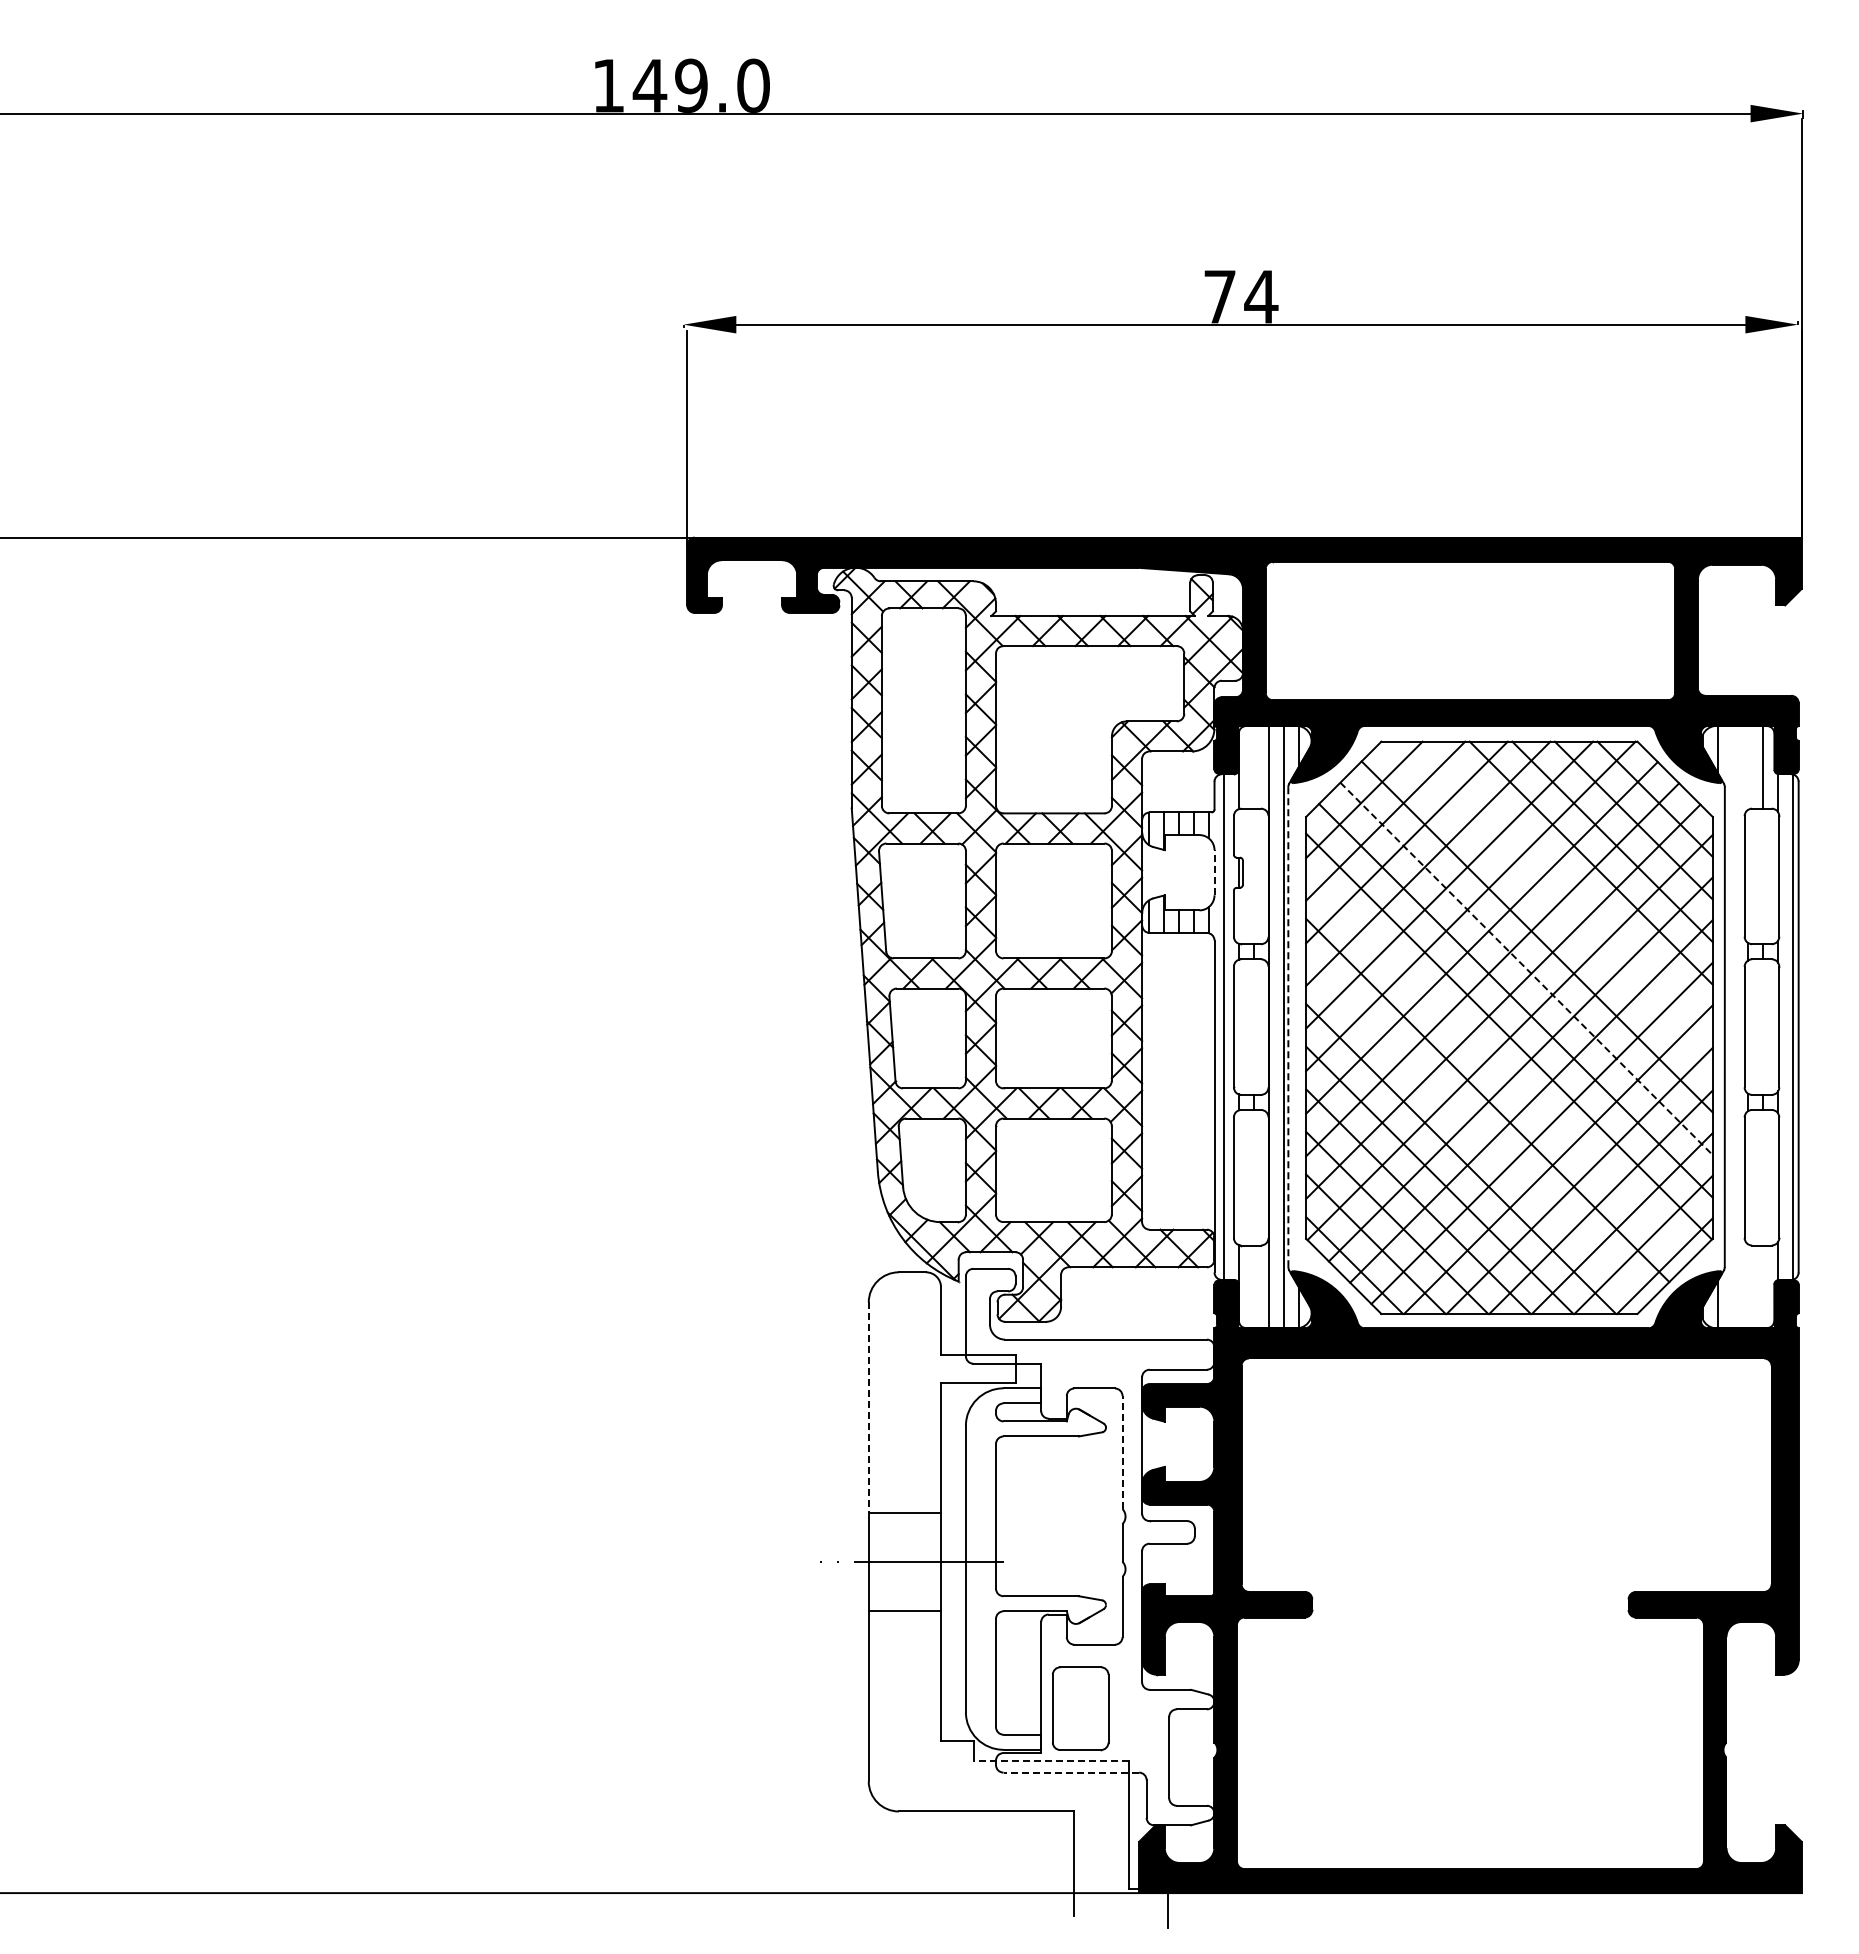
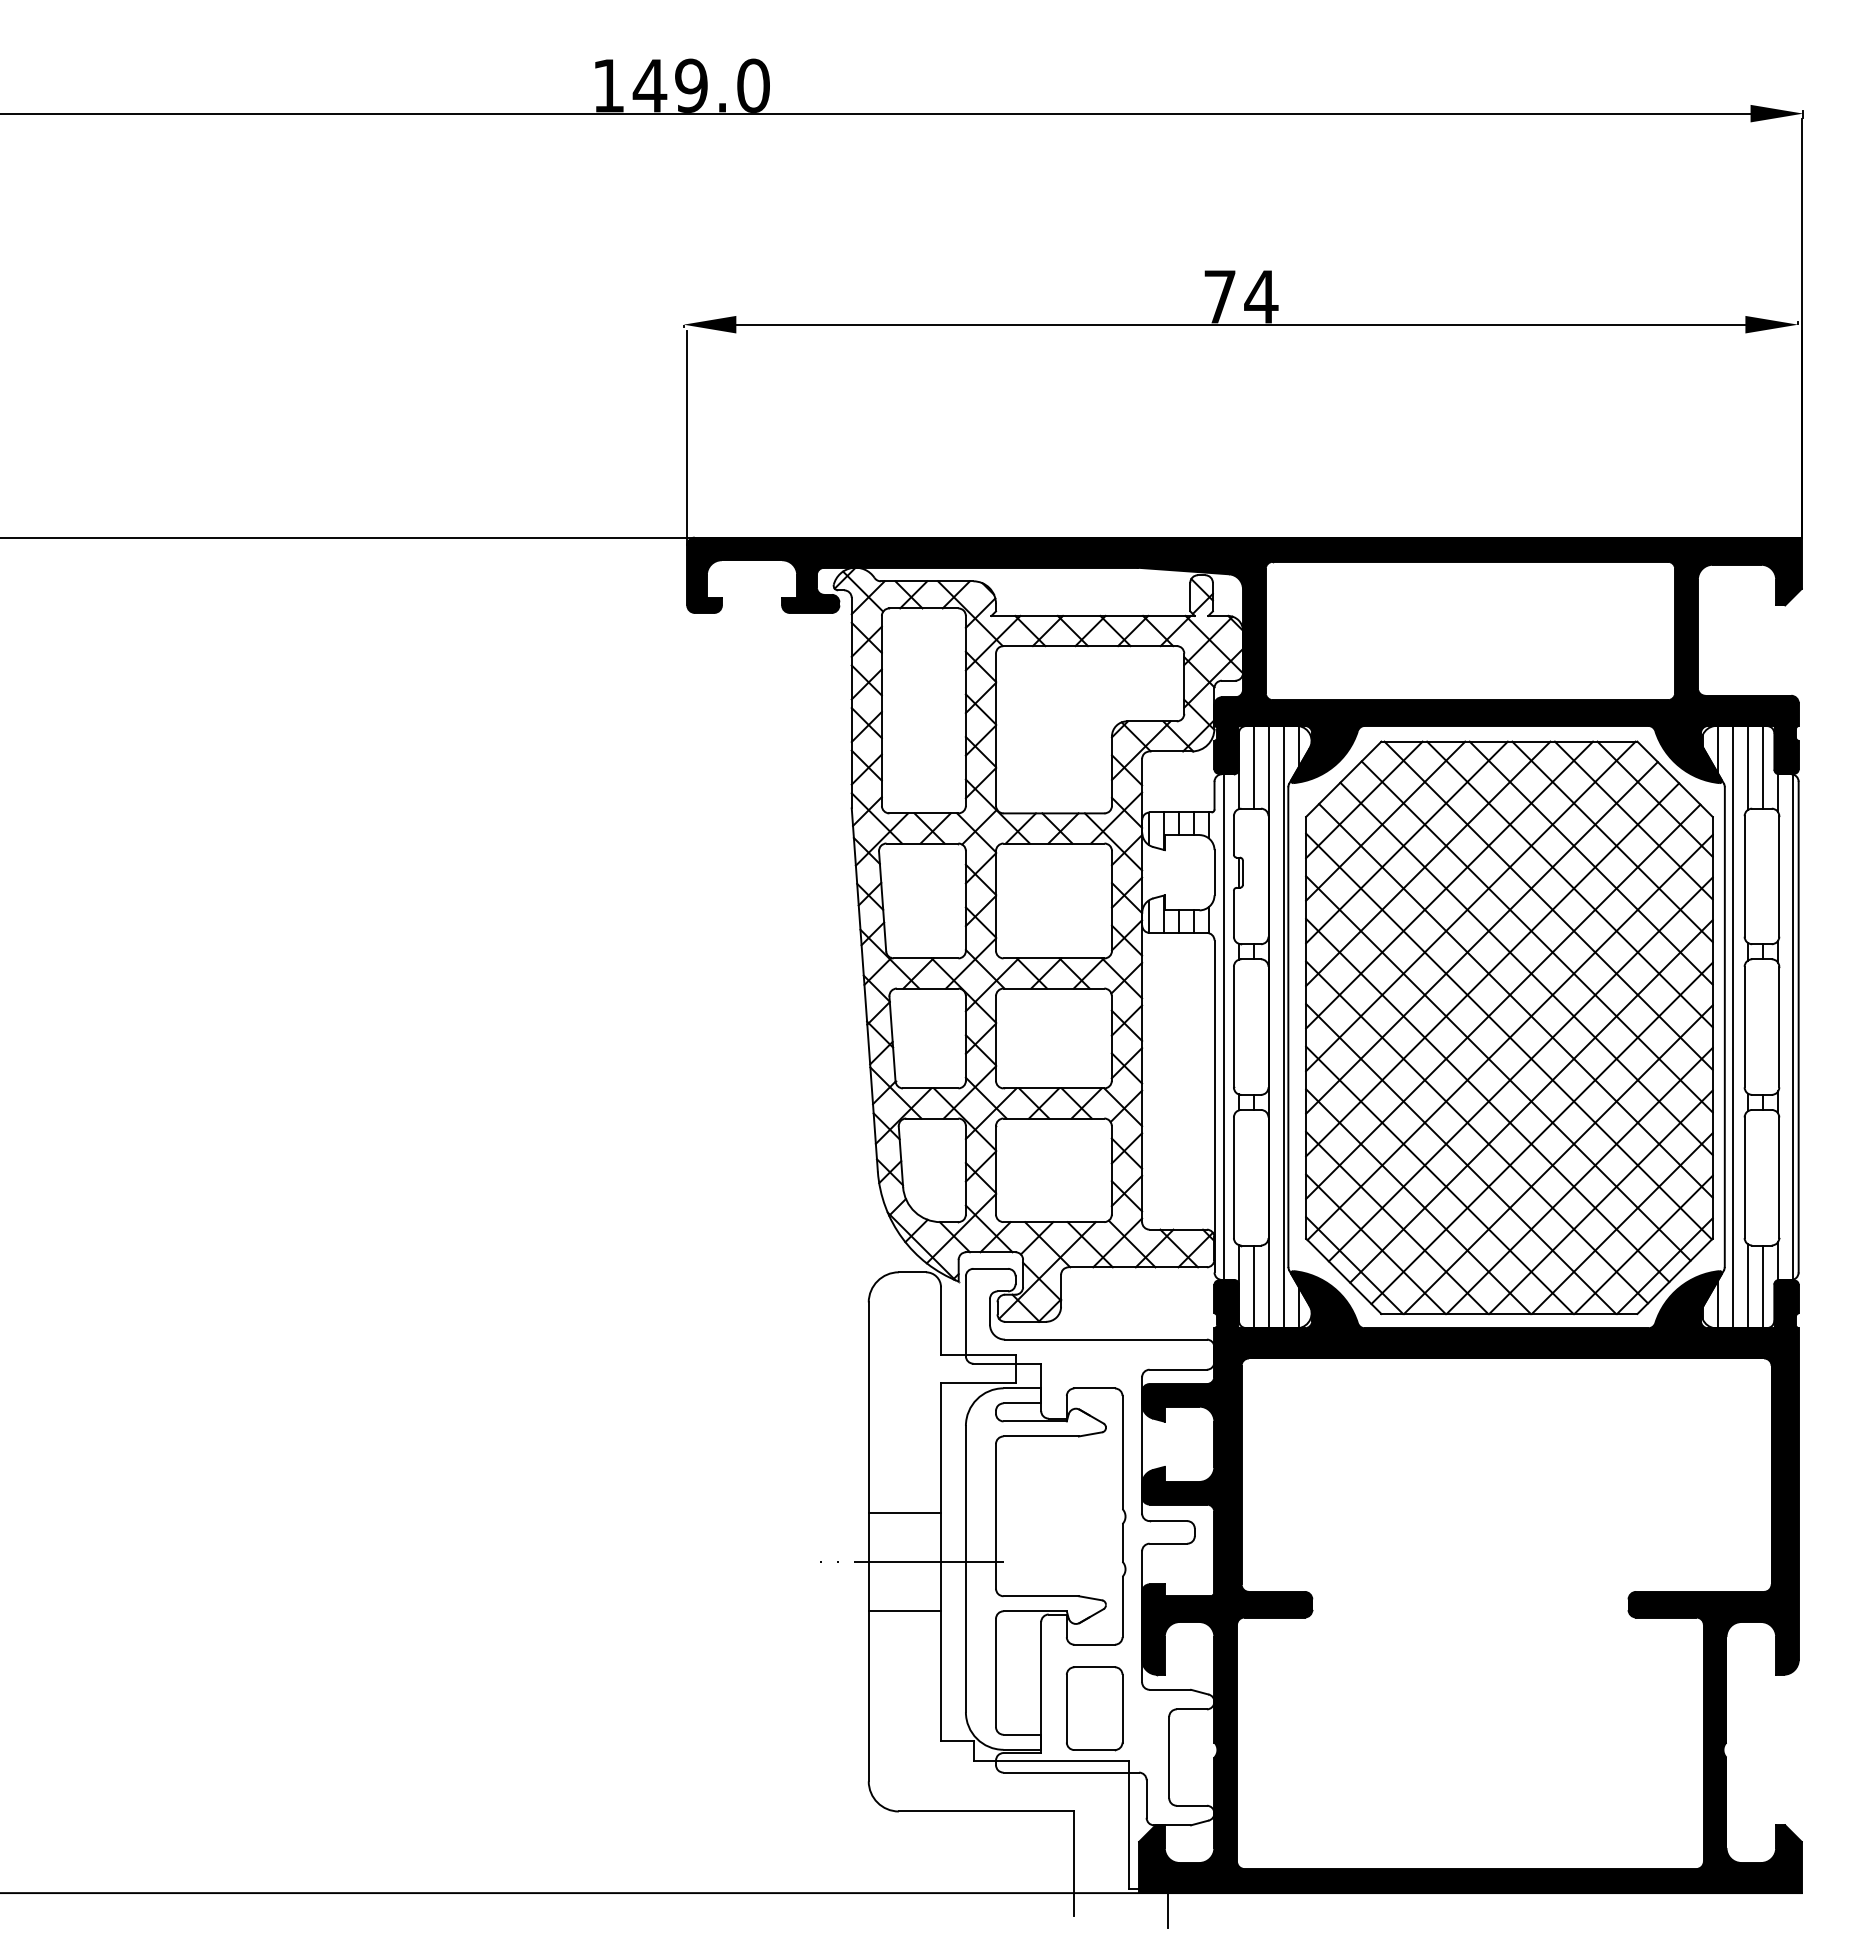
line at (1253, 767): none -> present
line at (1747, 767): none -> present
line at (1214, 872): dashed -> solid
line at (1569, 884): none -> present
line at (1548, 905): none -> present
line at (1526, 969): dashed -> solid
line at (1288, 1027): dashed -> solid
line at (1732, 1027): none -> present
line at (1498, 1068): none -> present
line at (1477, 1132): none -> present
line at (1253, 1286): none -> present
line at (1747, 1286): none -> present
line at (1763, 1286): none -> present
line at (868, 1408): dashed -> solid
line at (1122, 1452): dashed -> solid
part at (1080, 1708) position: (1080, 1708) -> (1094, 1708)
line at (1050, 1761): dashed -> solid
line at (1071, 1772): dashed -> solid
